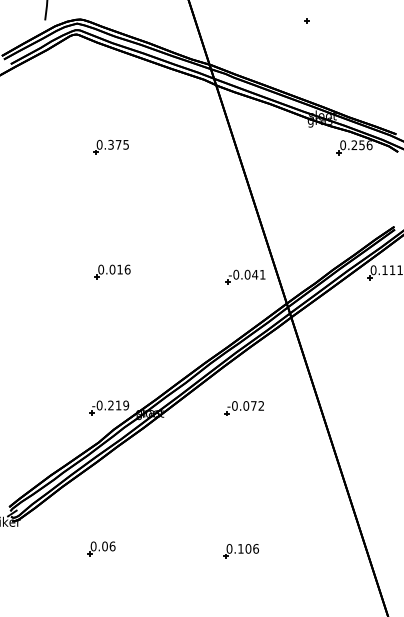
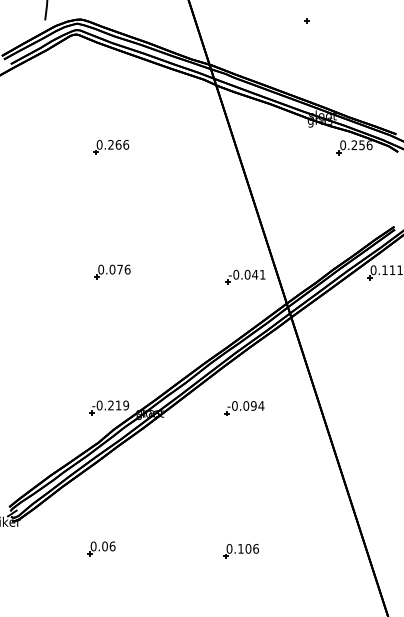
text at (118, 144): 0.375 -> 0.266
text at (119, 269): 0.016 -> 0.076
text at (257, 405): -0.072 -> -0.094
